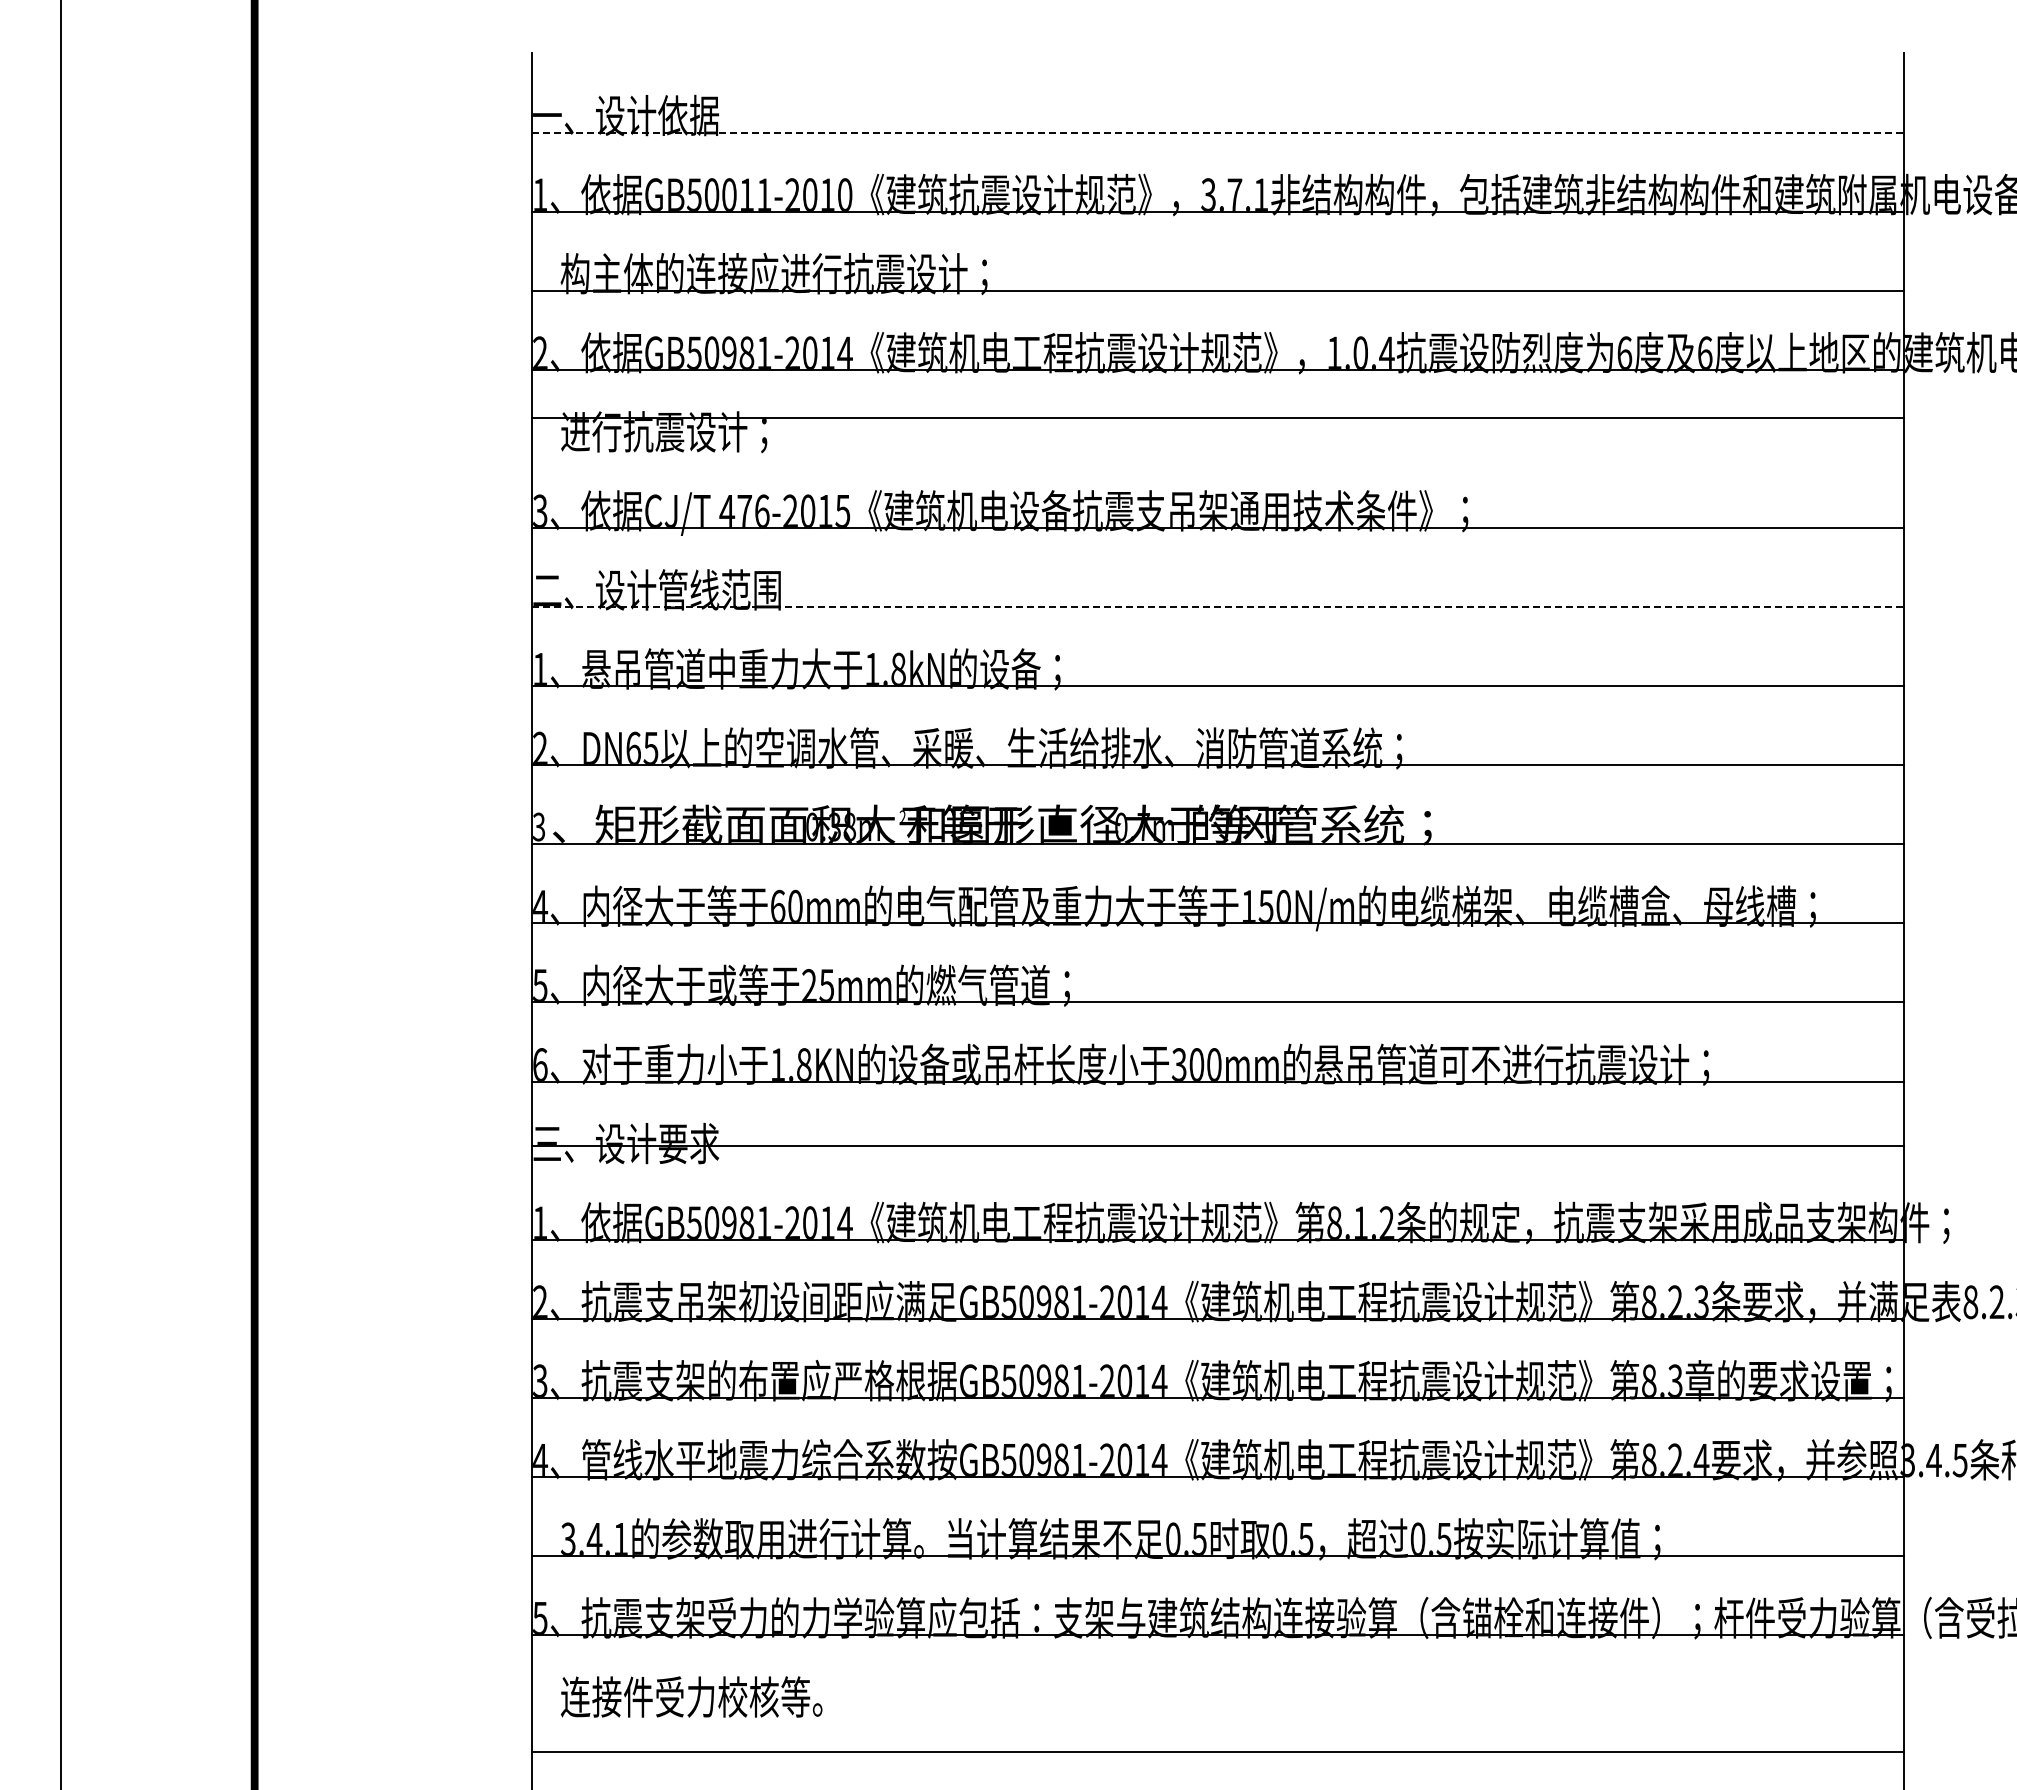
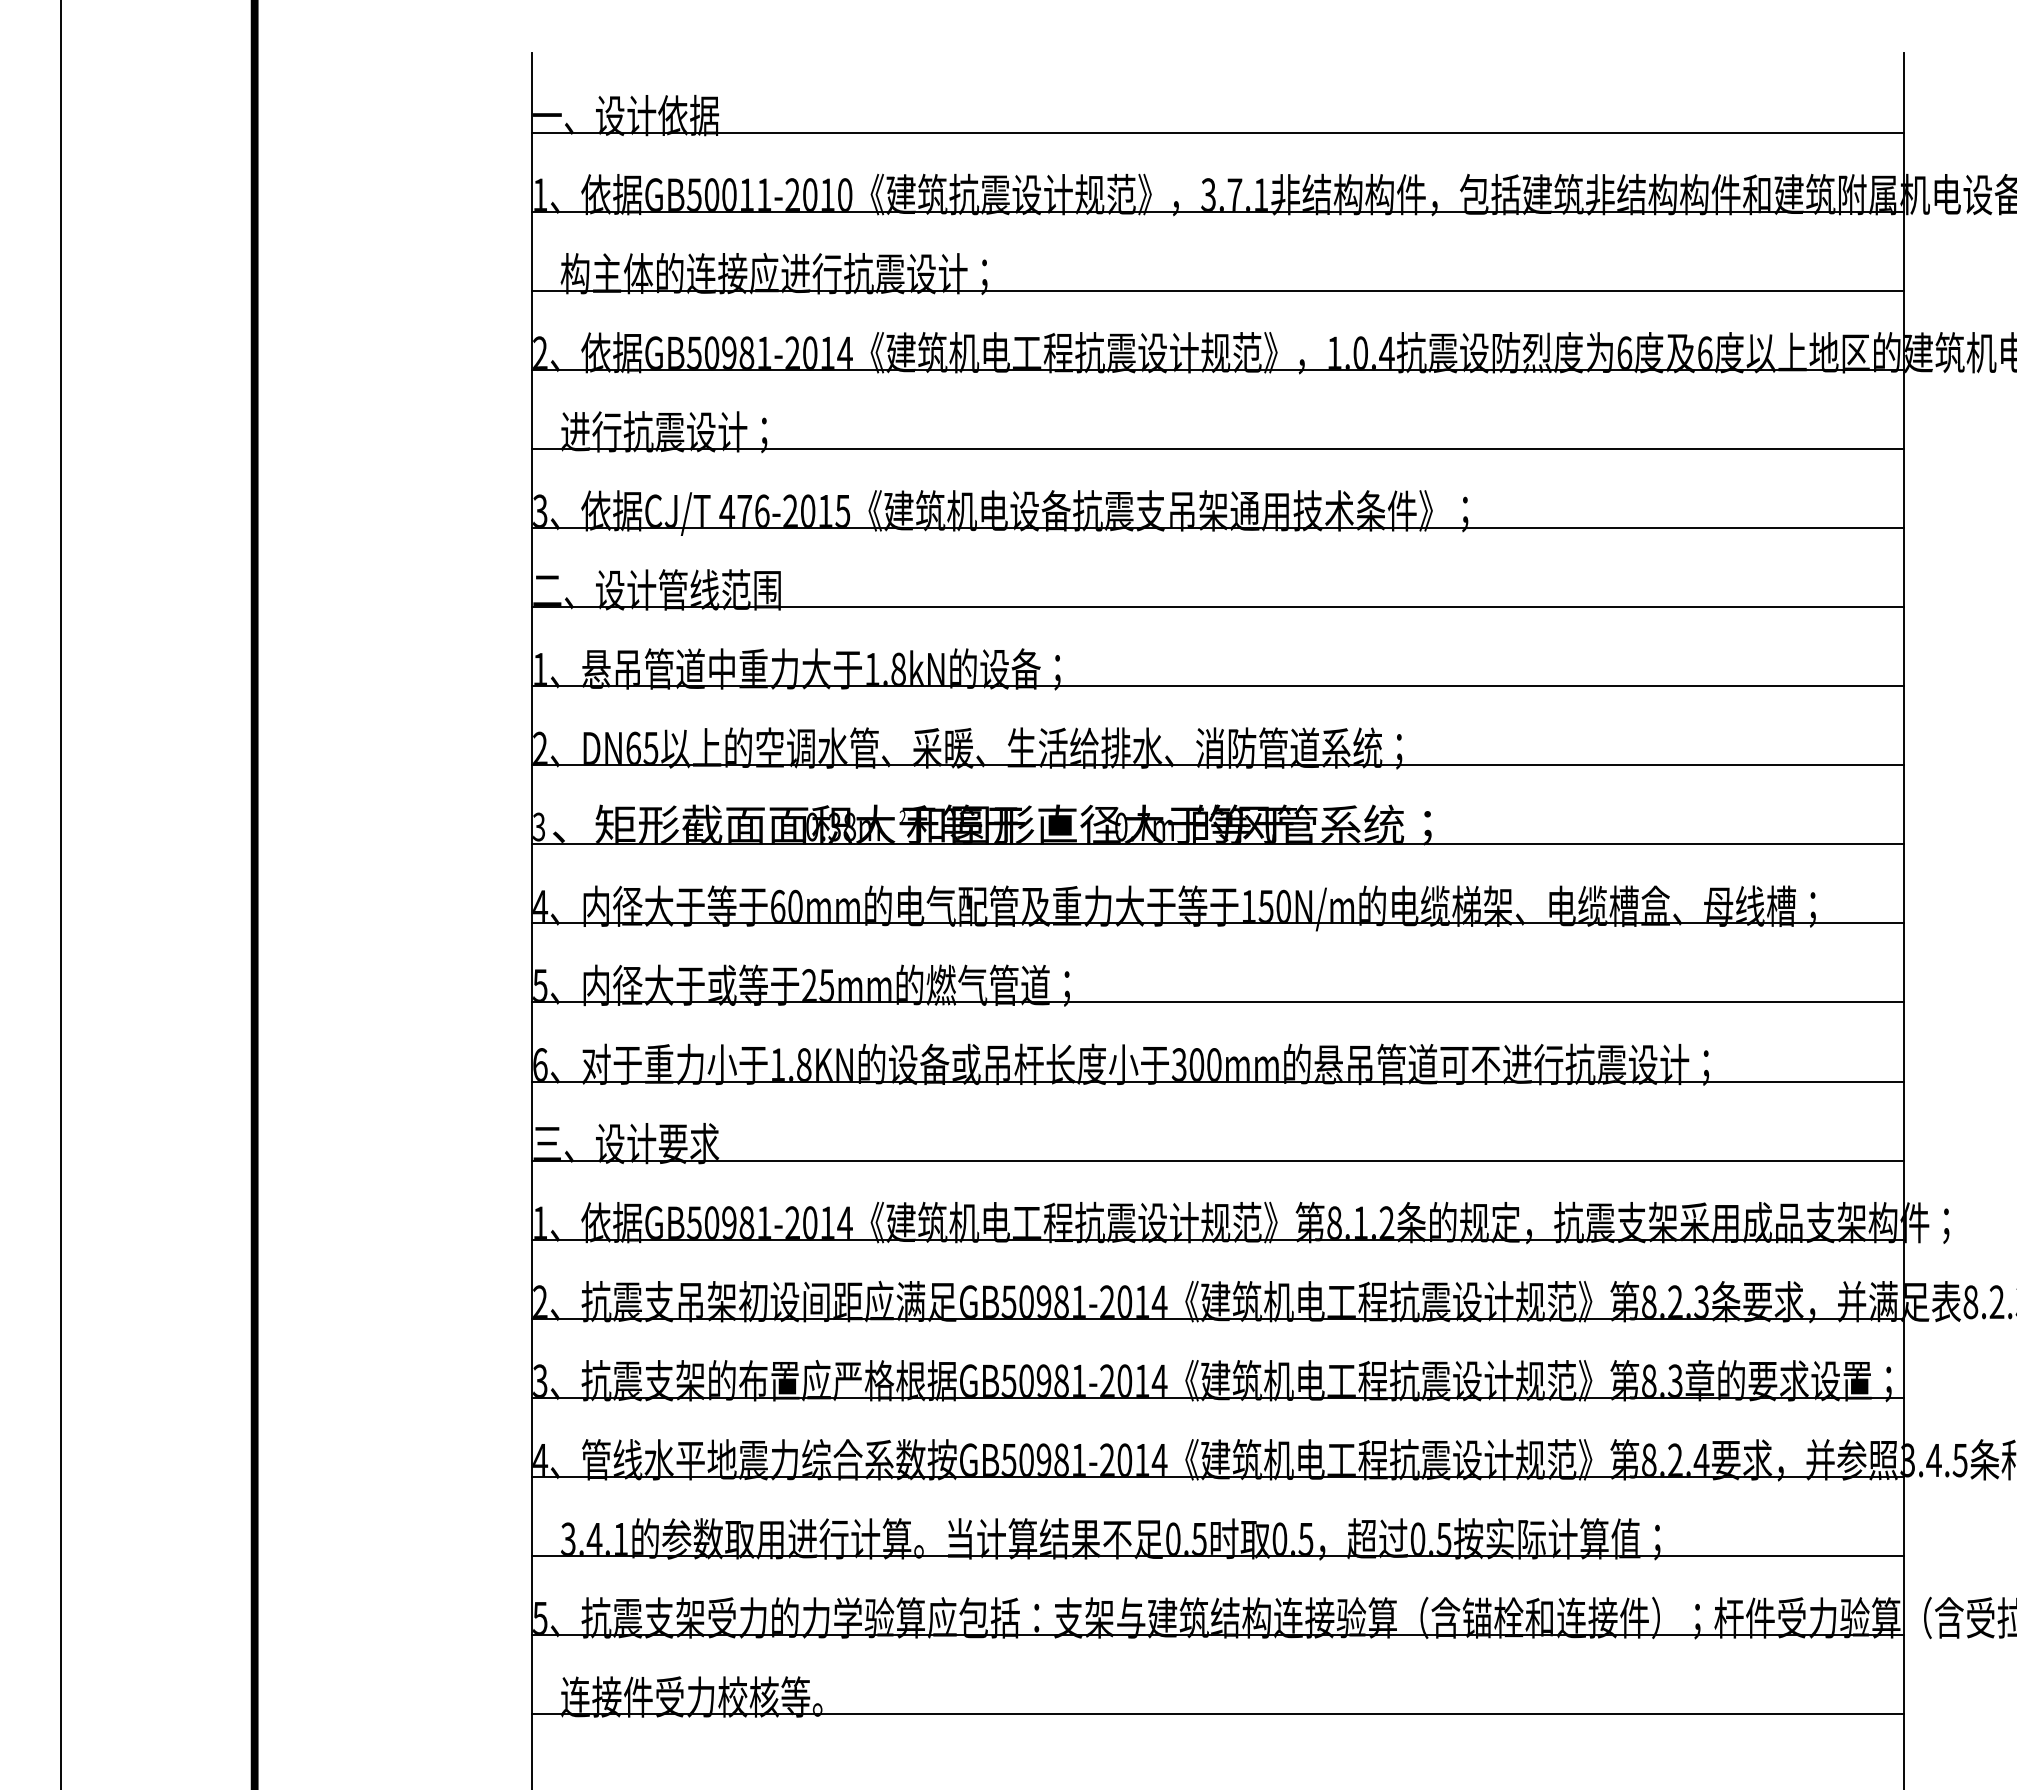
line at (1218, 132): dashed -> solid
line at (1217, 417) position: (1217, 417) -> (1217, 448)
line at (1218, 607): dashed -> solid
line at (1217, 1145) position: (1217, 1145) -> (1217, 1160)
line at (1217, 1752) position: (1217, 1752) -> (1217, 1714)
